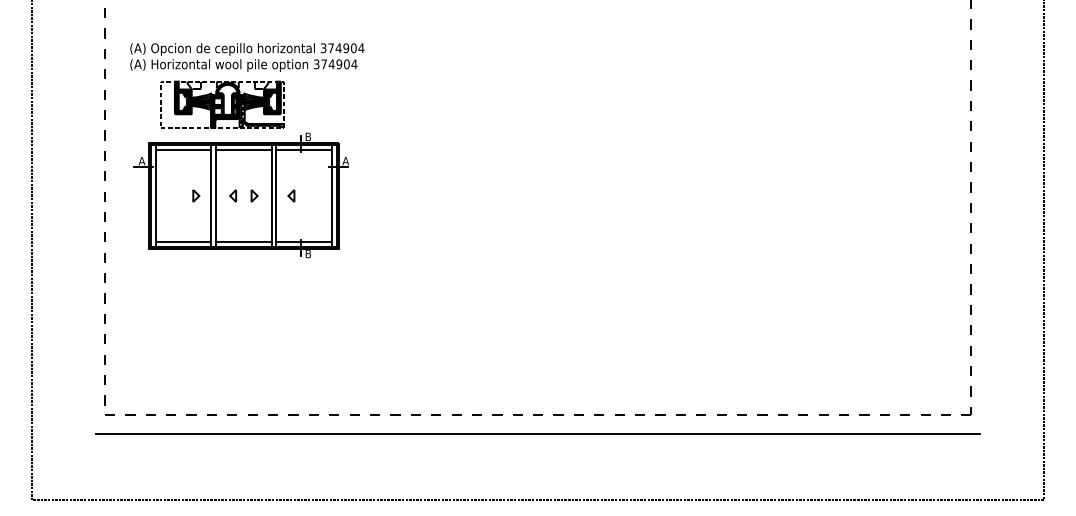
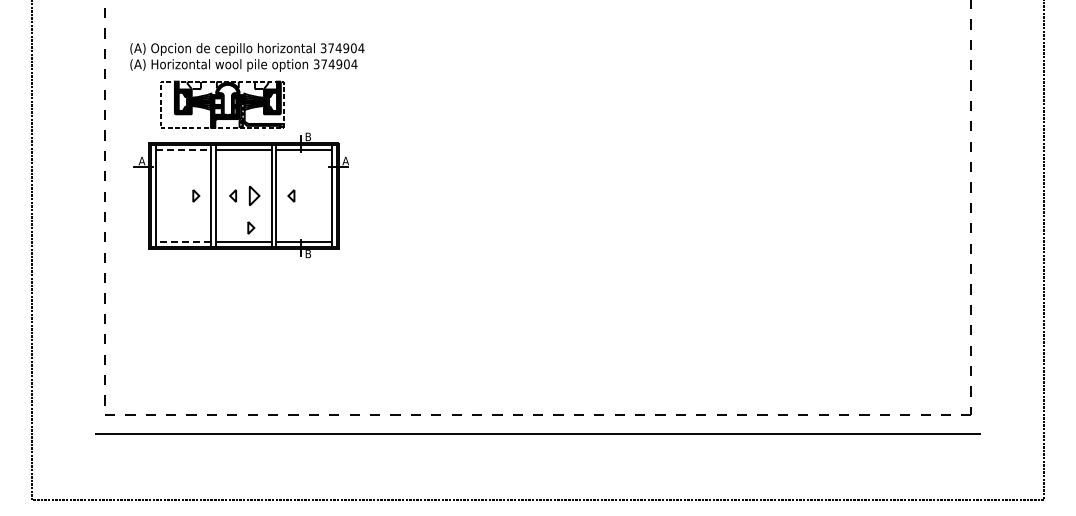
line at (183, 150): solid -> dashed
part at (254, 195) size: 9x14 px -> 13x21 px
part at (251, 227): none -> present
line at (183, 241): solid -> dashed
